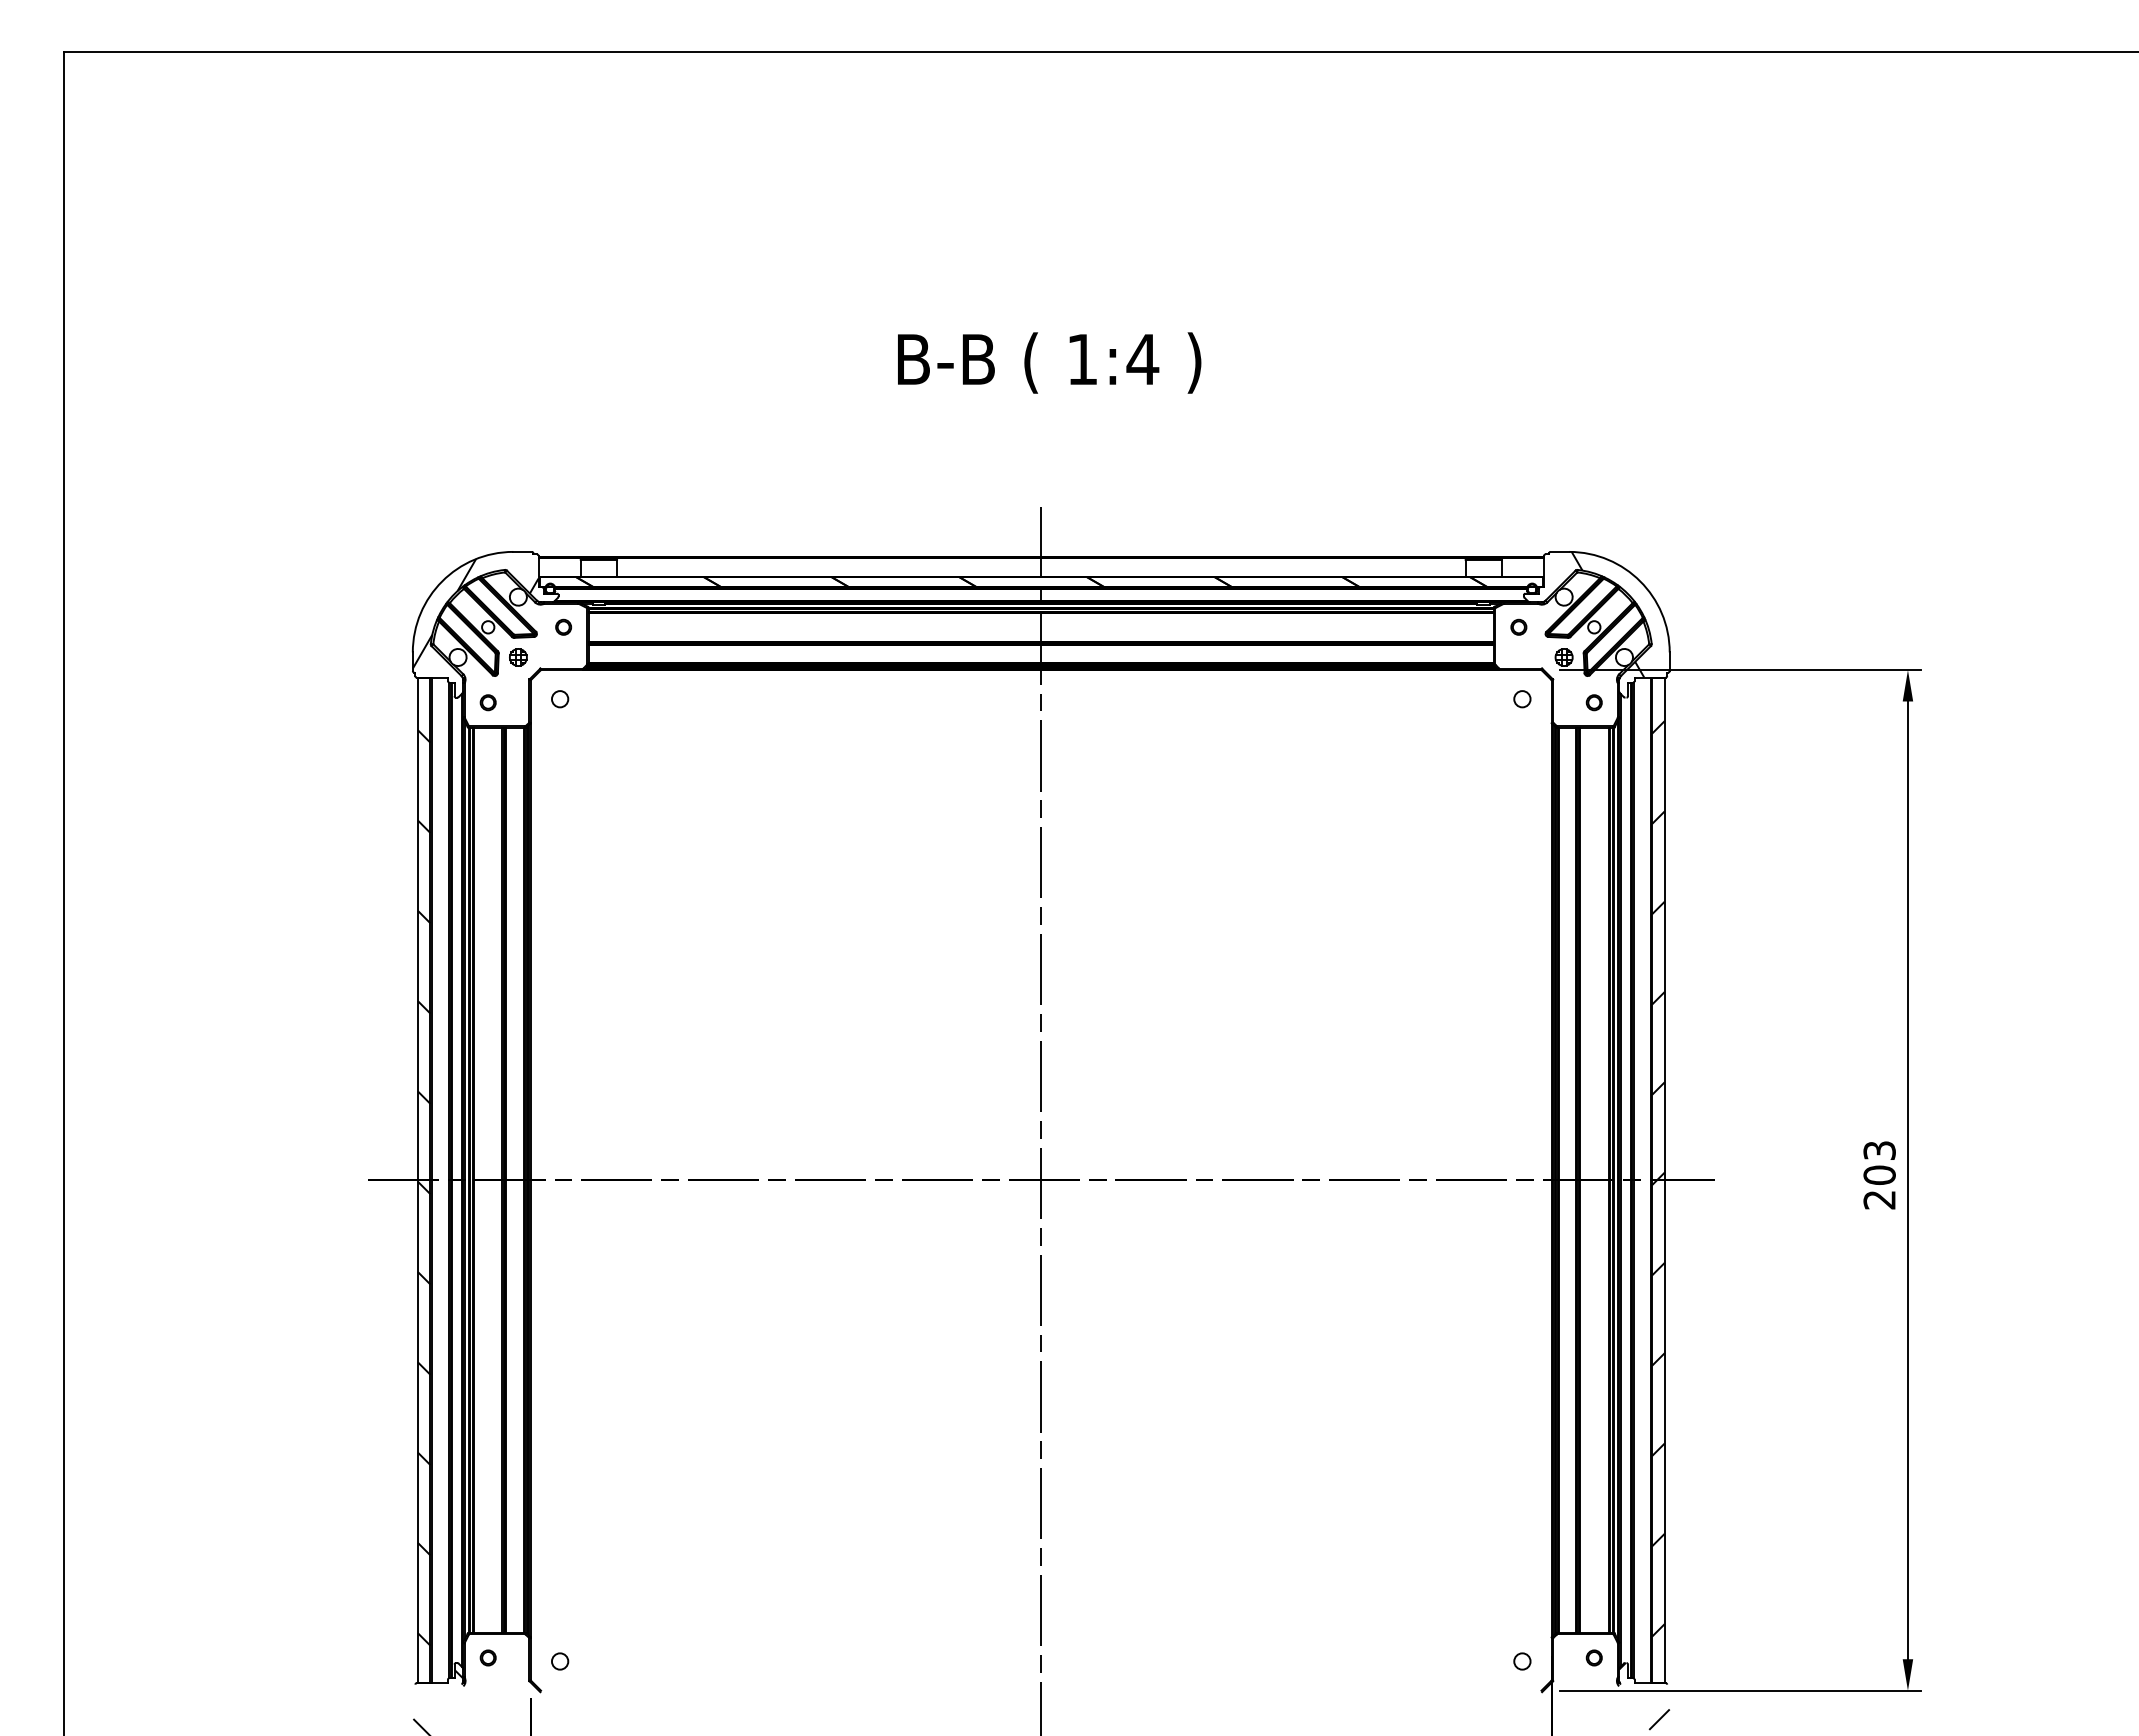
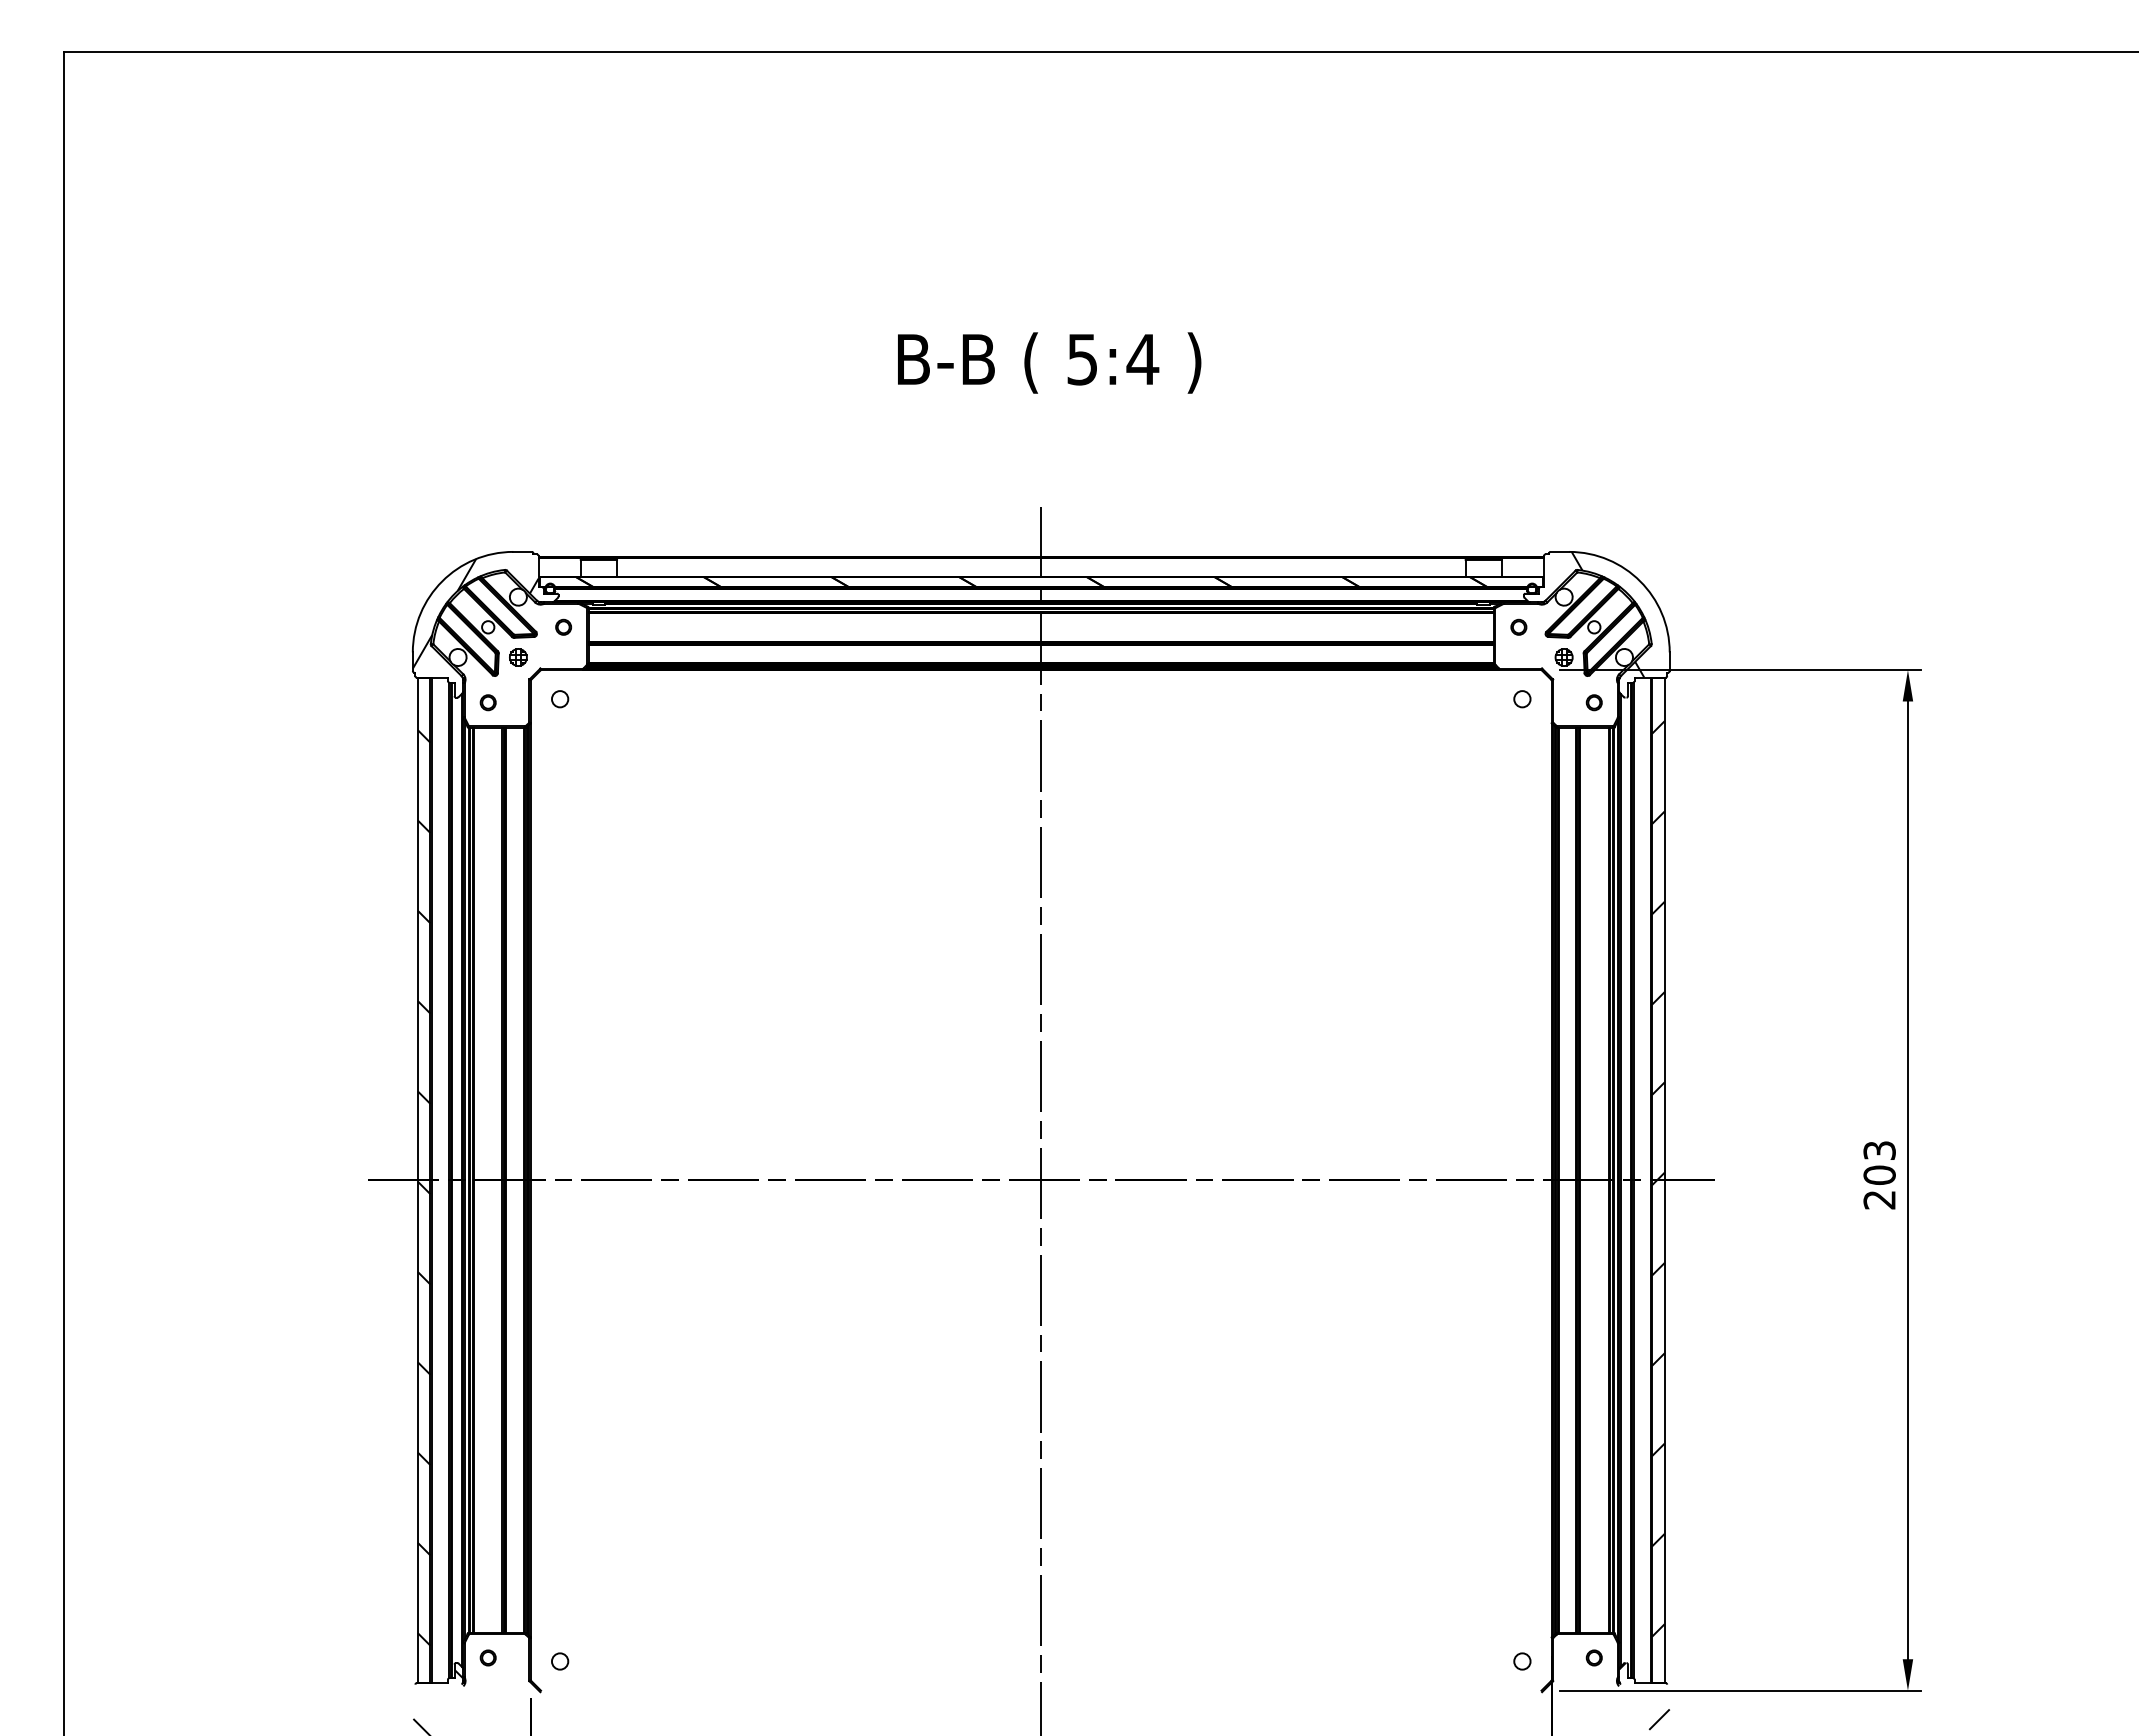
text at (1081, 359): 1:4 -> 5:4
